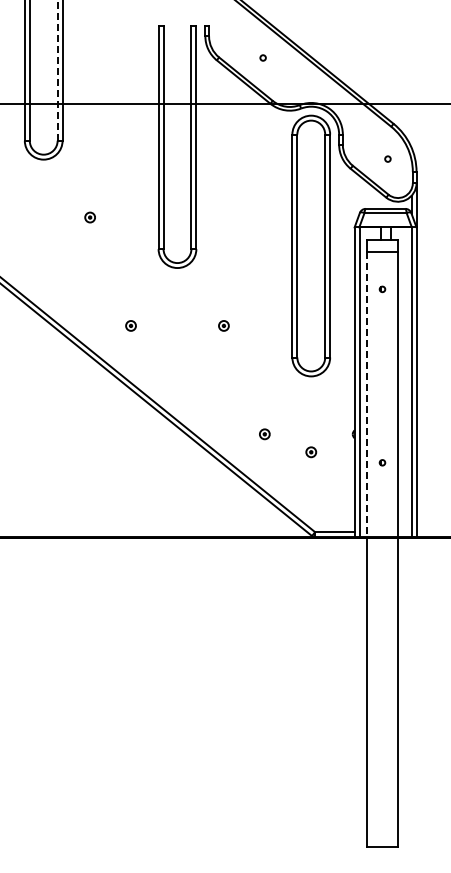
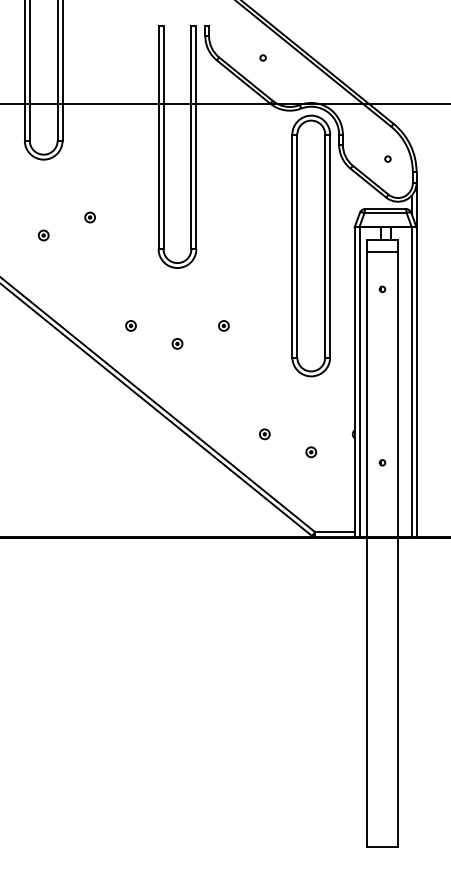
line at (57, 70): dashed -> solid
part at (43, 235): none -> present
part at (177, 343): none -> present
line at (367, 395): dashed -> solid
